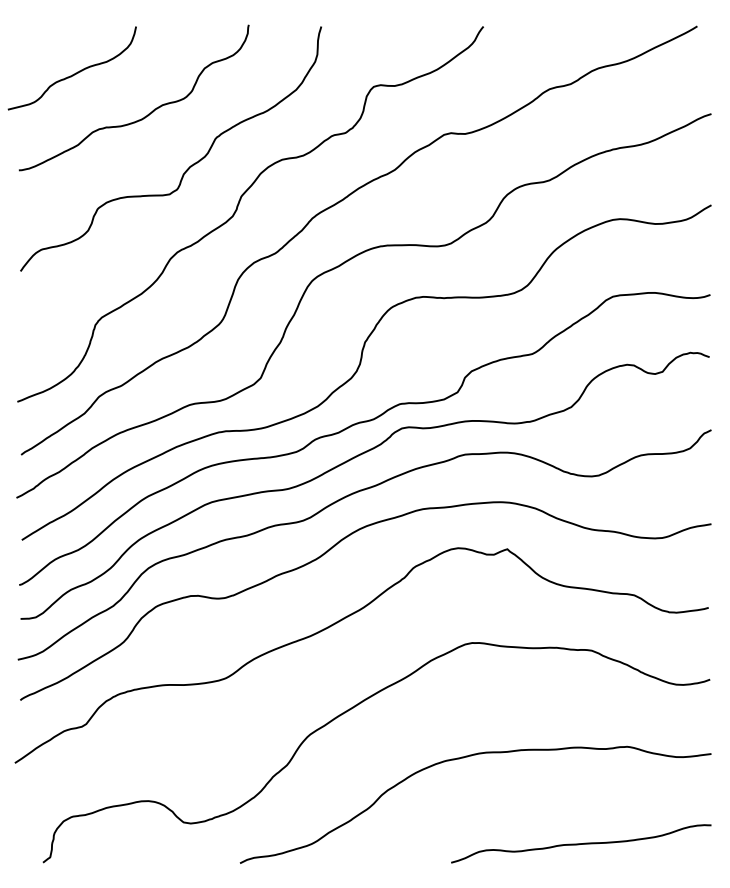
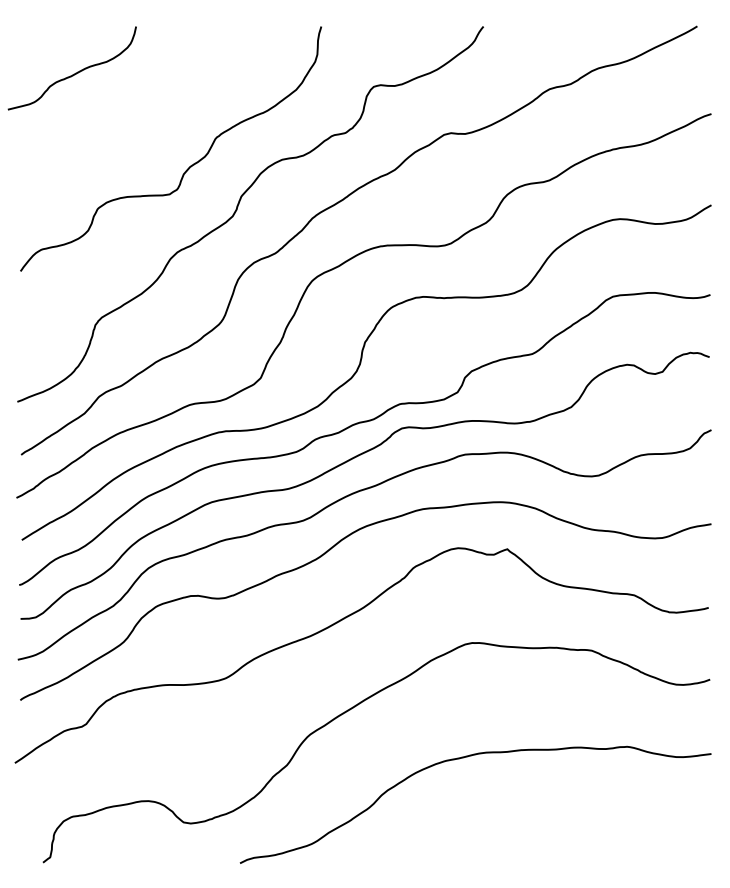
curve at (148, 113): present -> none
curve at (581, 843): present -> none
